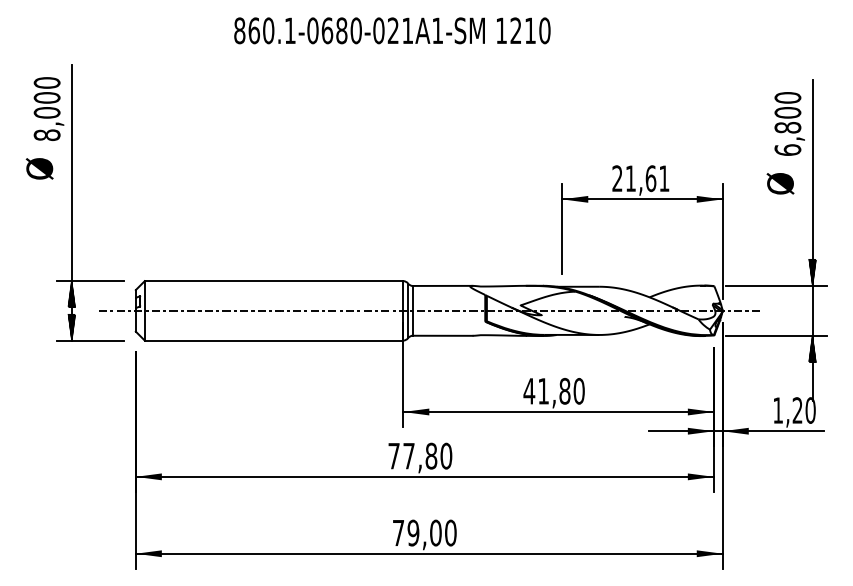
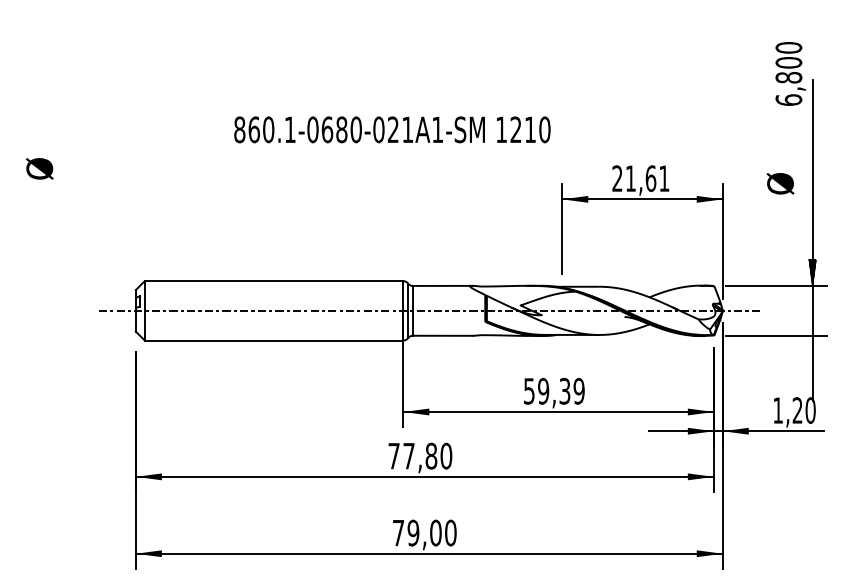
text at (392, 30) position: (392, 30) -> (392, 129)
text at (789, 123) position: (789, 123) -> (790, 73)
part at (78, 202): present -> none
hatch at (812, 349): present -> none
text at (553, 390): 41,80 -> 59,39
